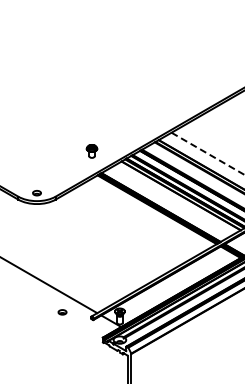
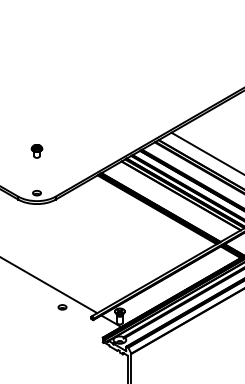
part at (91, 151) position: (91, 151) -> (36, 151)
line at (208, 154): dashed -> solid
part at (62, 312) position: (62, 312) -> (62, 307)
